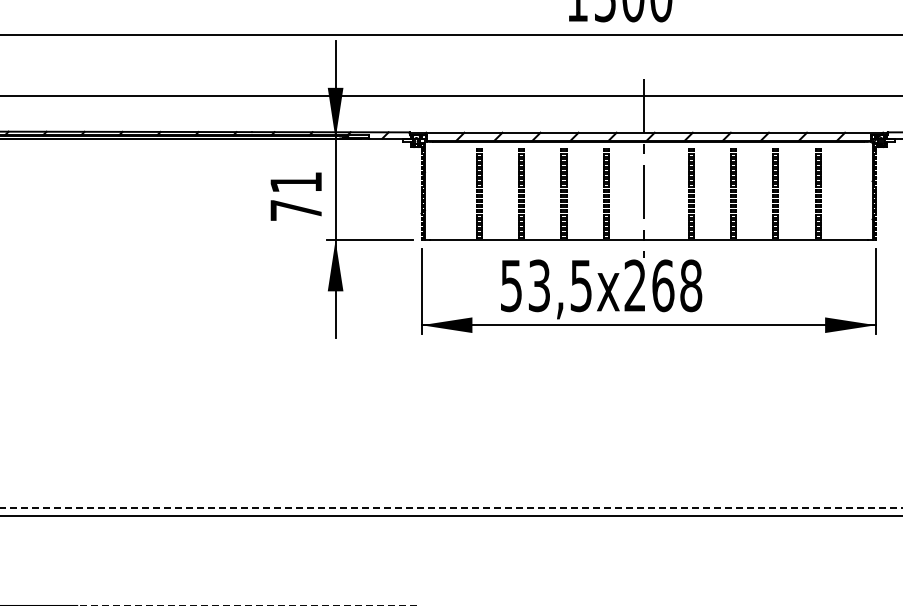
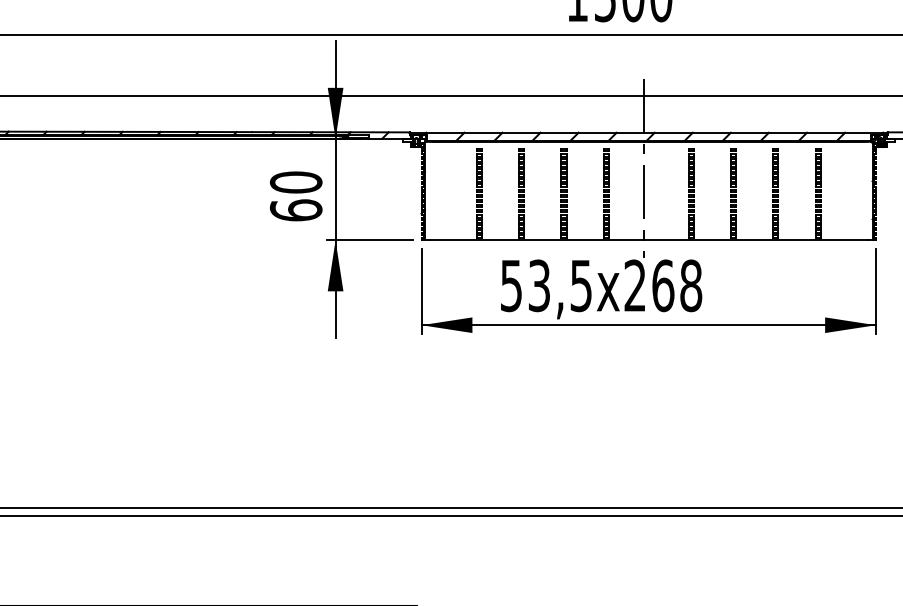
text at (295, 196): 71 -> 60
line at (451, 507): dashed -> solid
line at (247, 605): dashed -> solid
